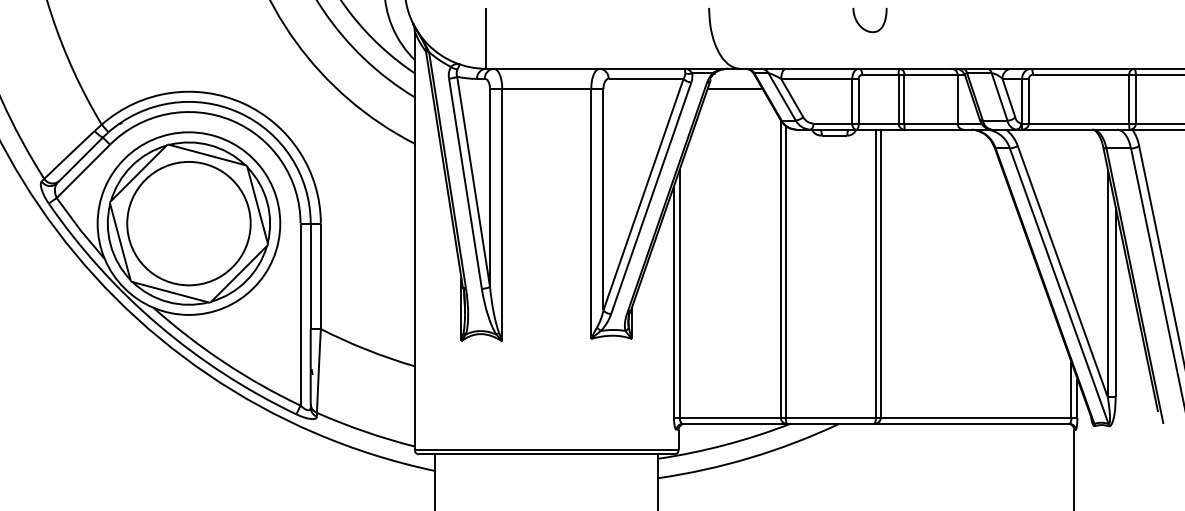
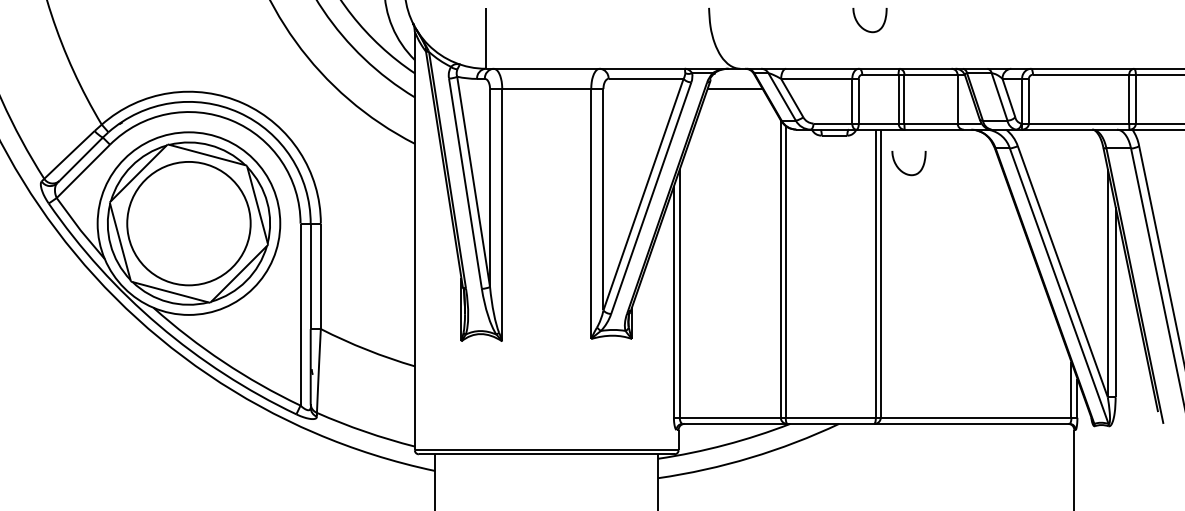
curve at (901, 169): none -> present
